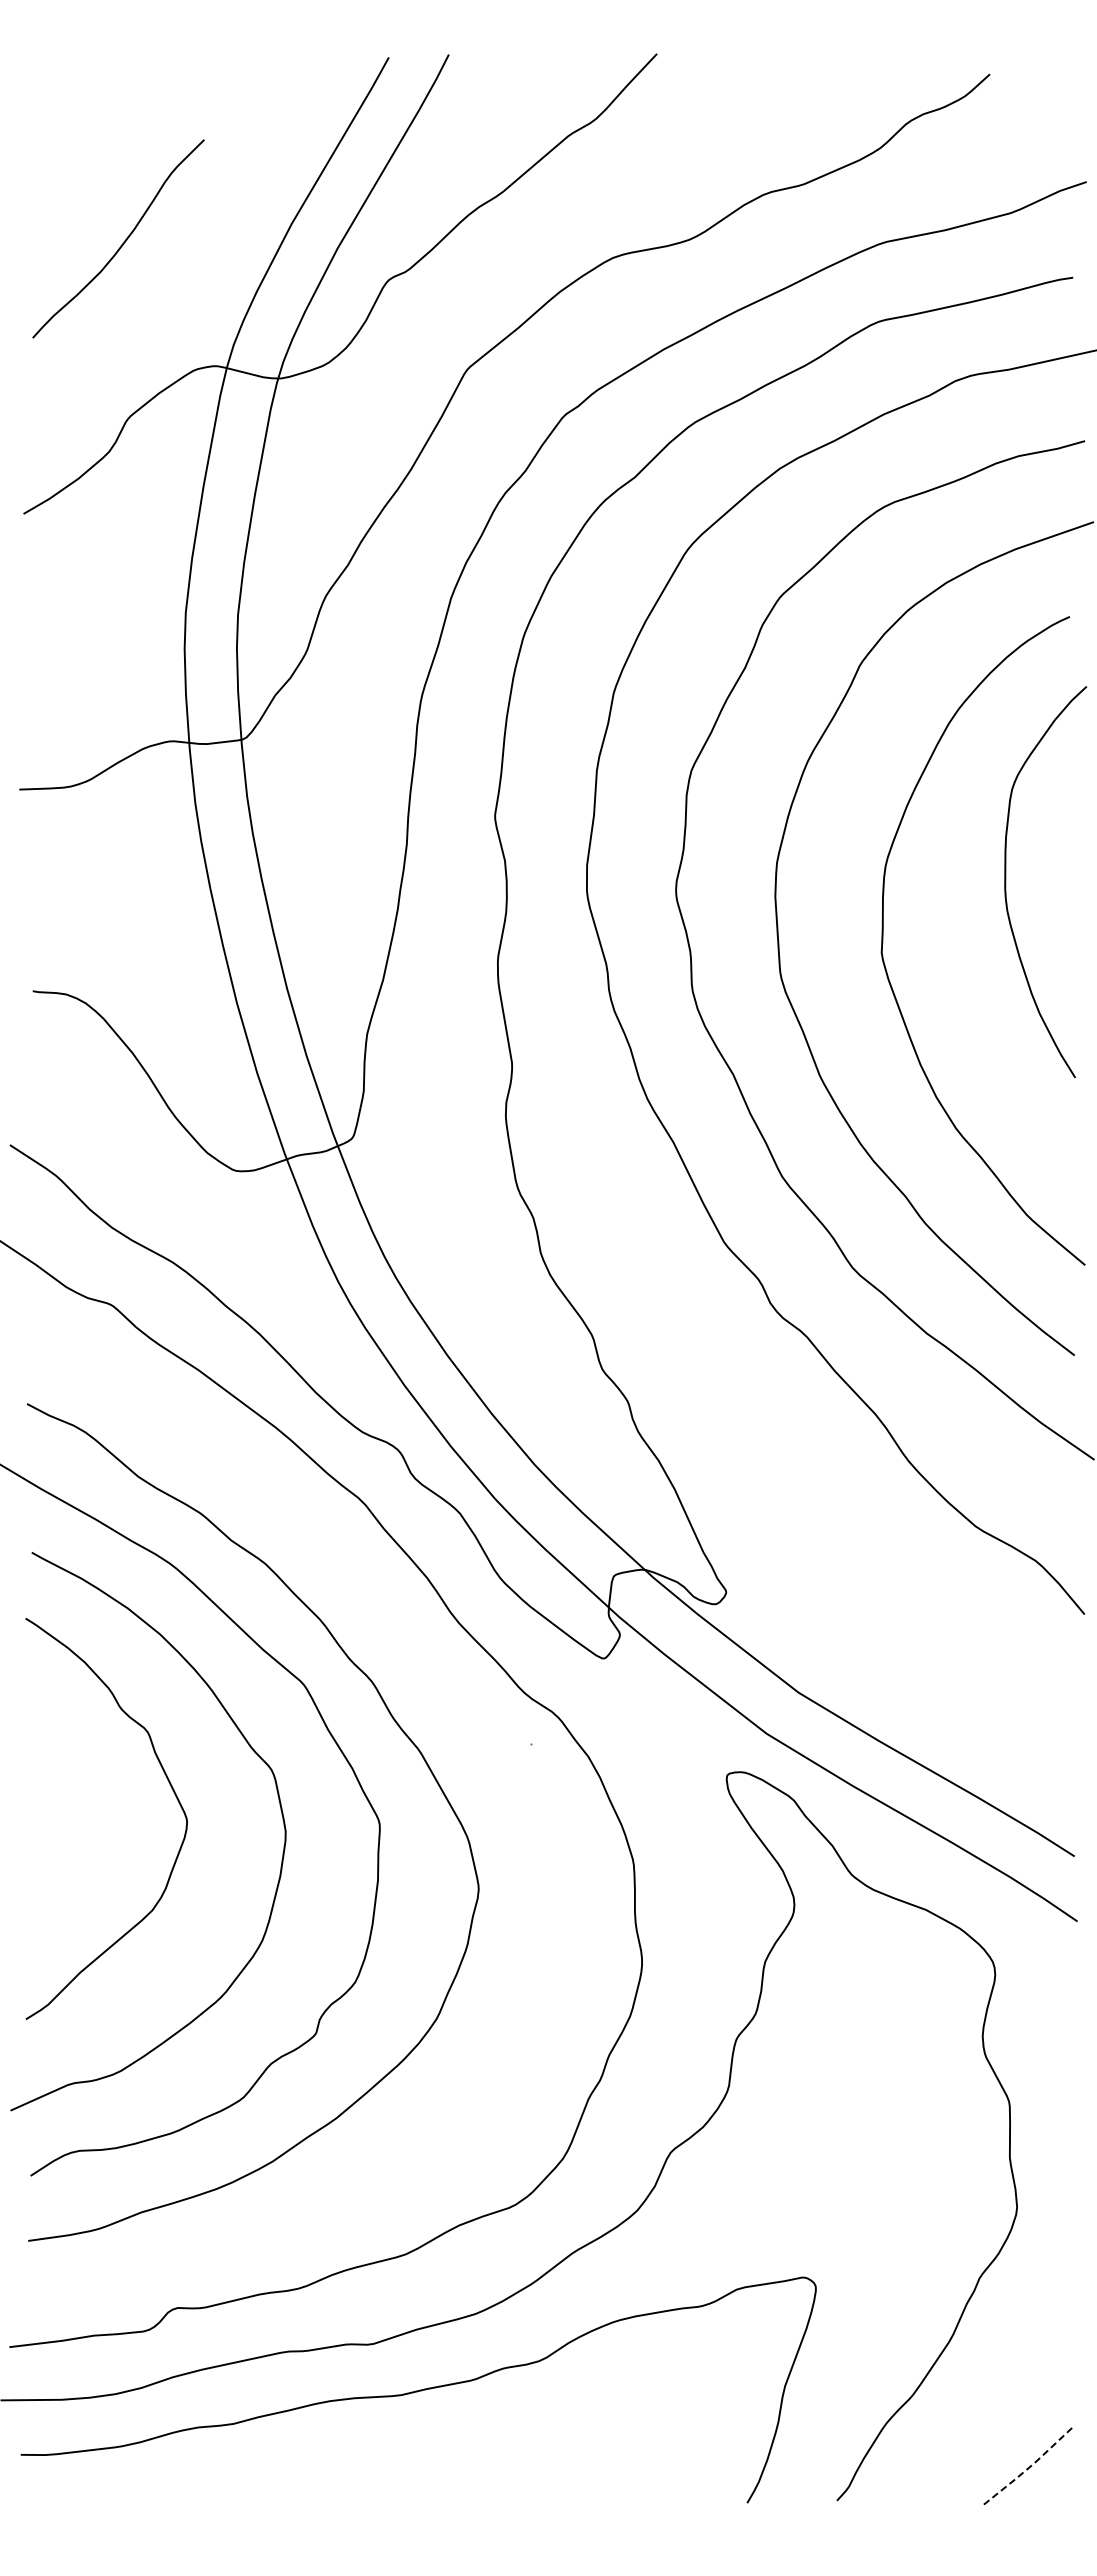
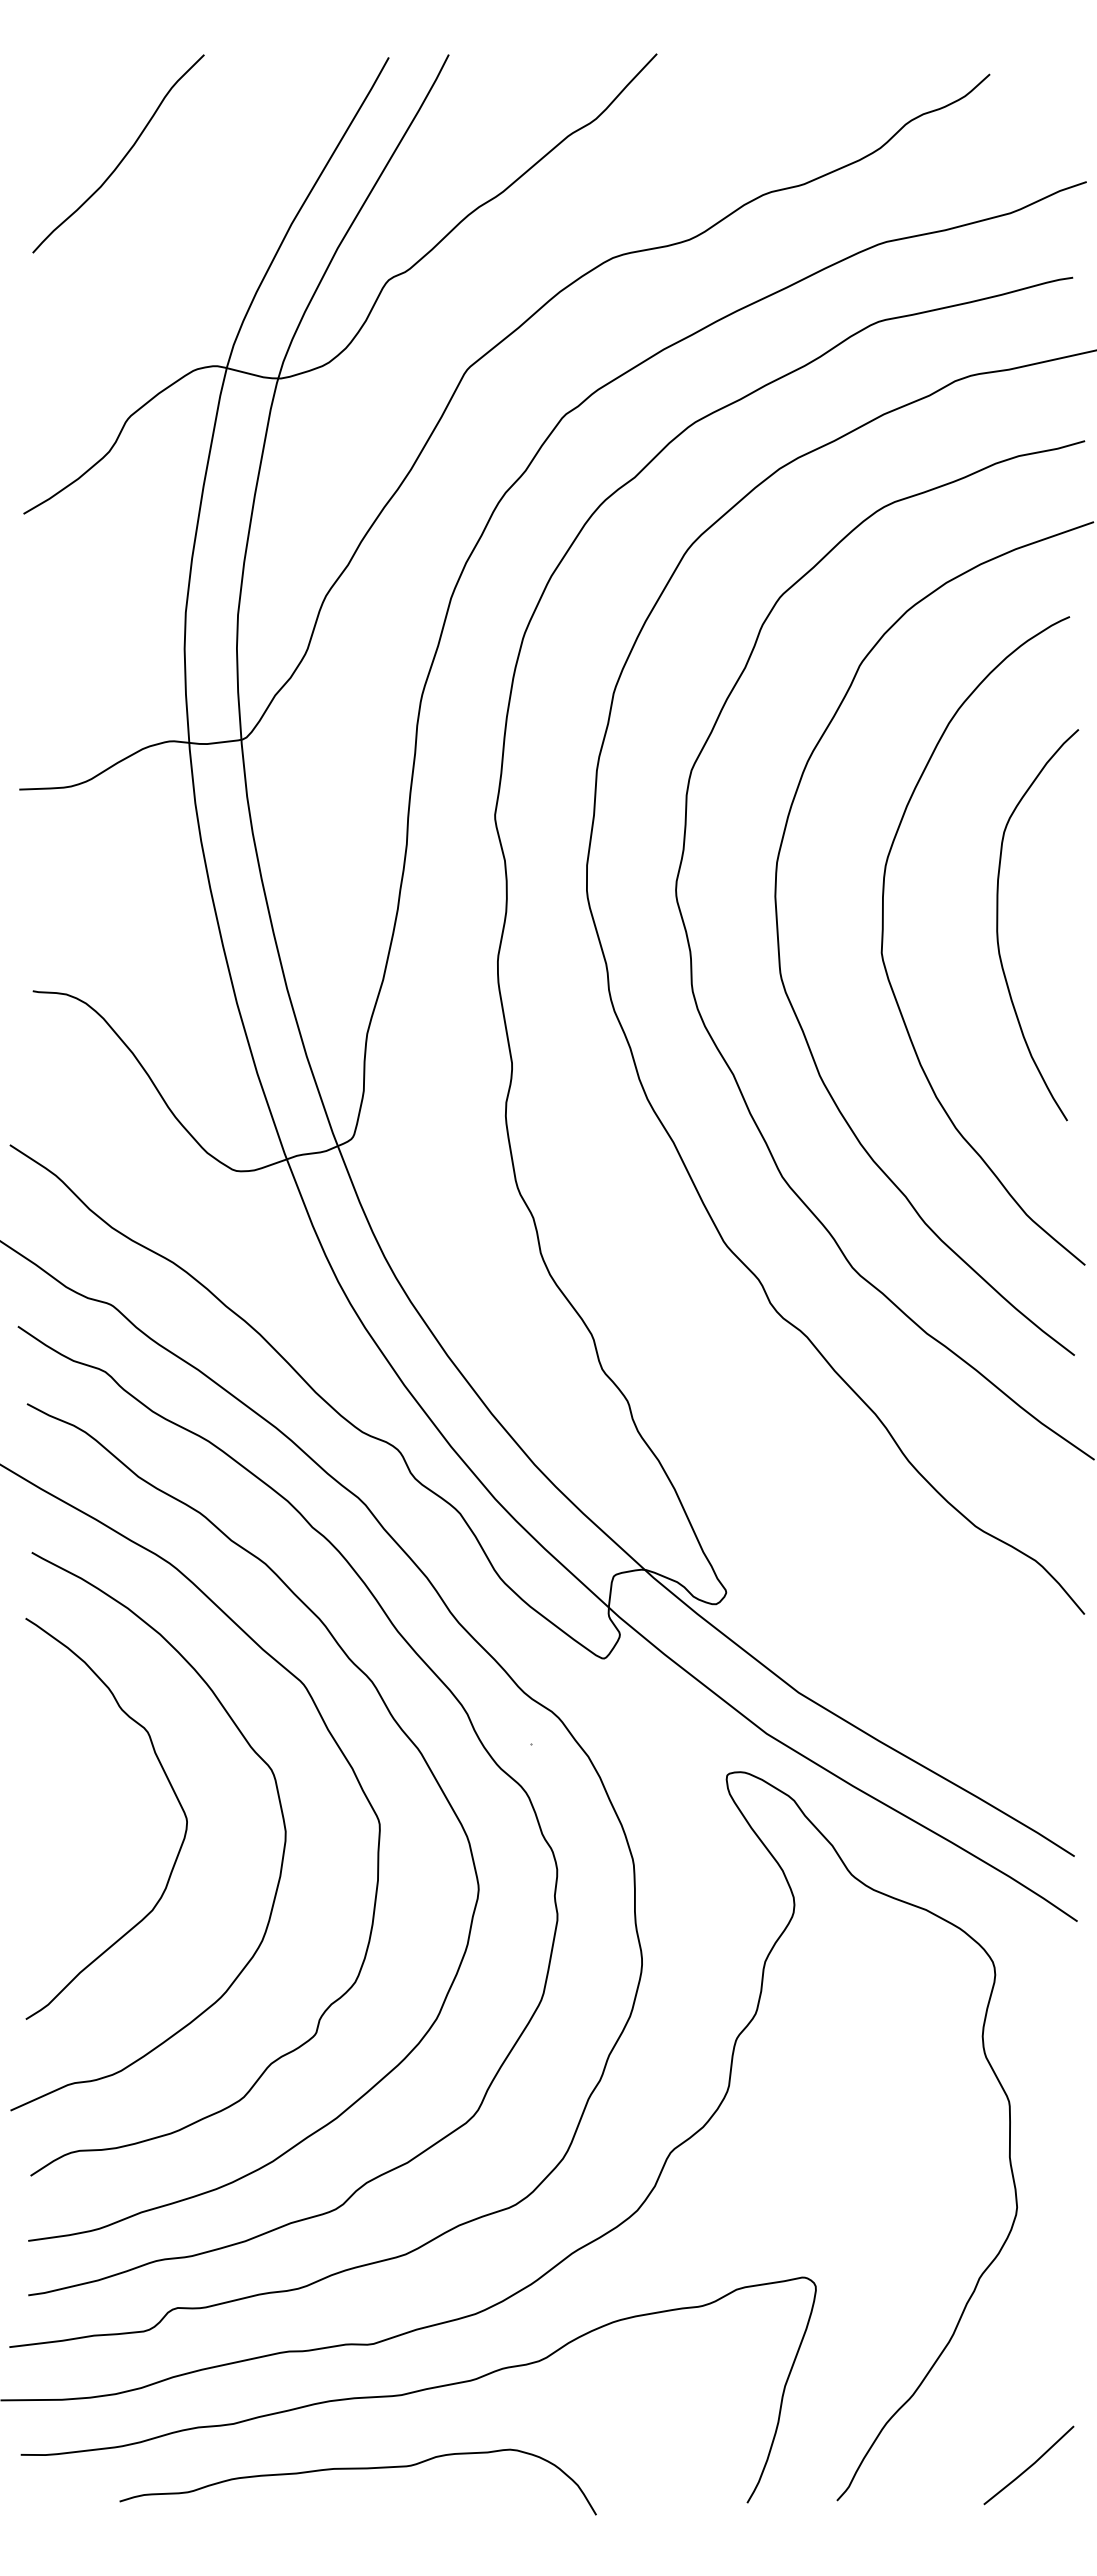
curve at (123, 241) position: (123, 241) -> (123, 156)
curve at (1006, 882) position: (1006, 882) -> (998, 925)
curve at (437, 1678): none -> present
line at (1030, 2466): dashed -> solid
curve at (357, 2469): none -> present
